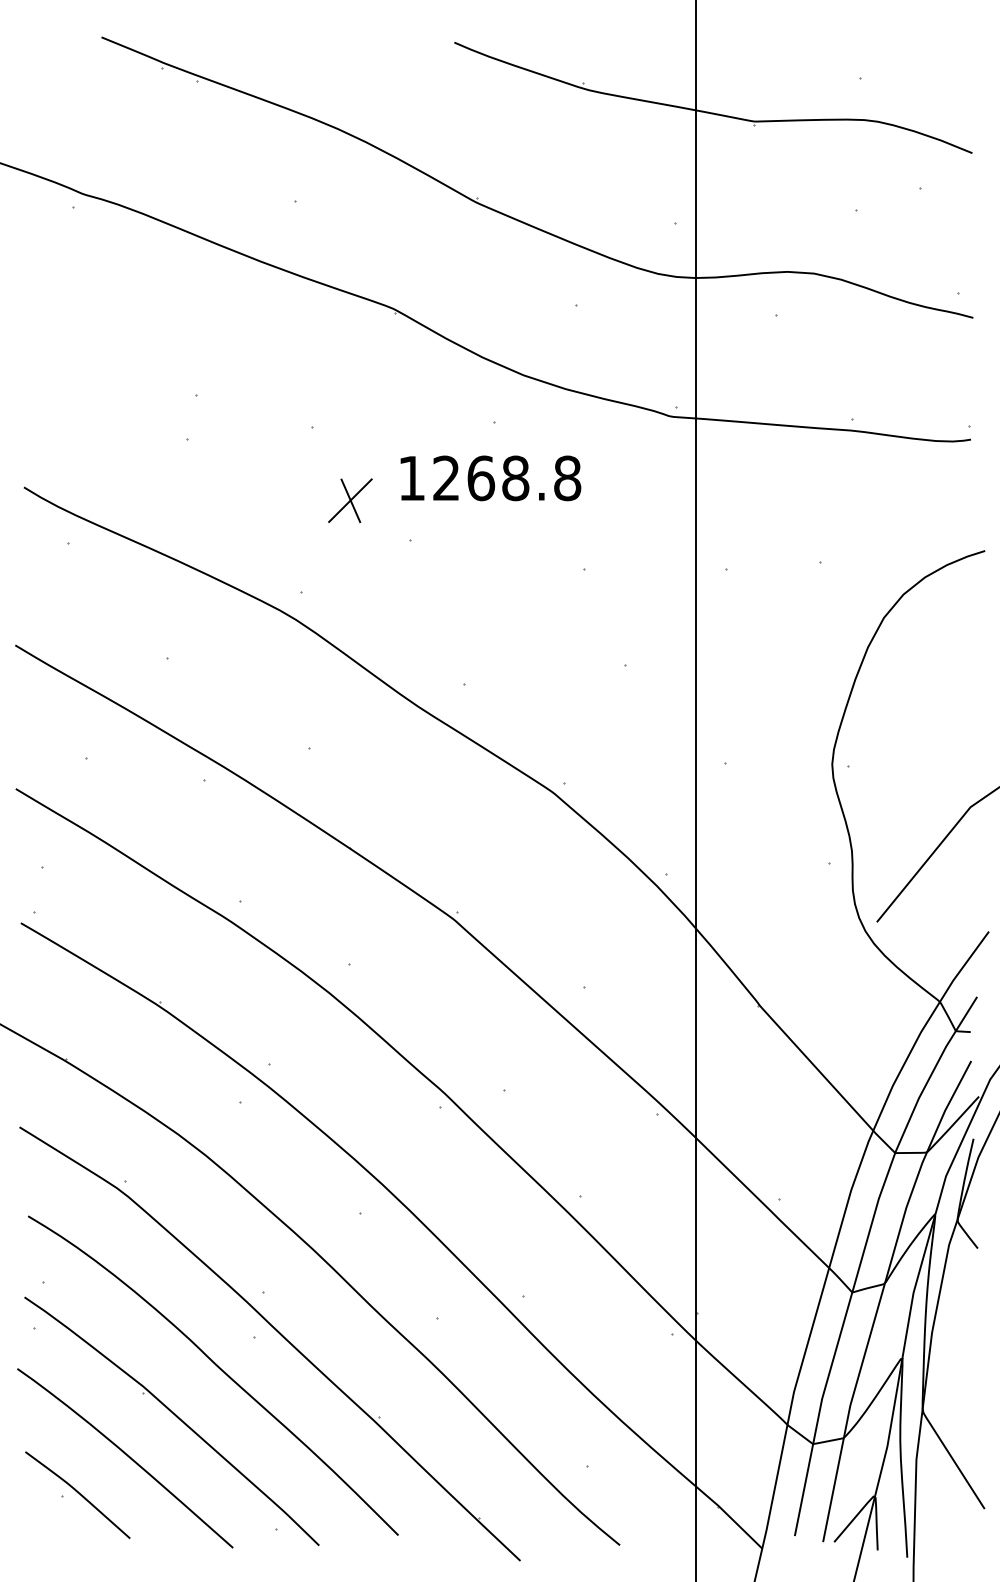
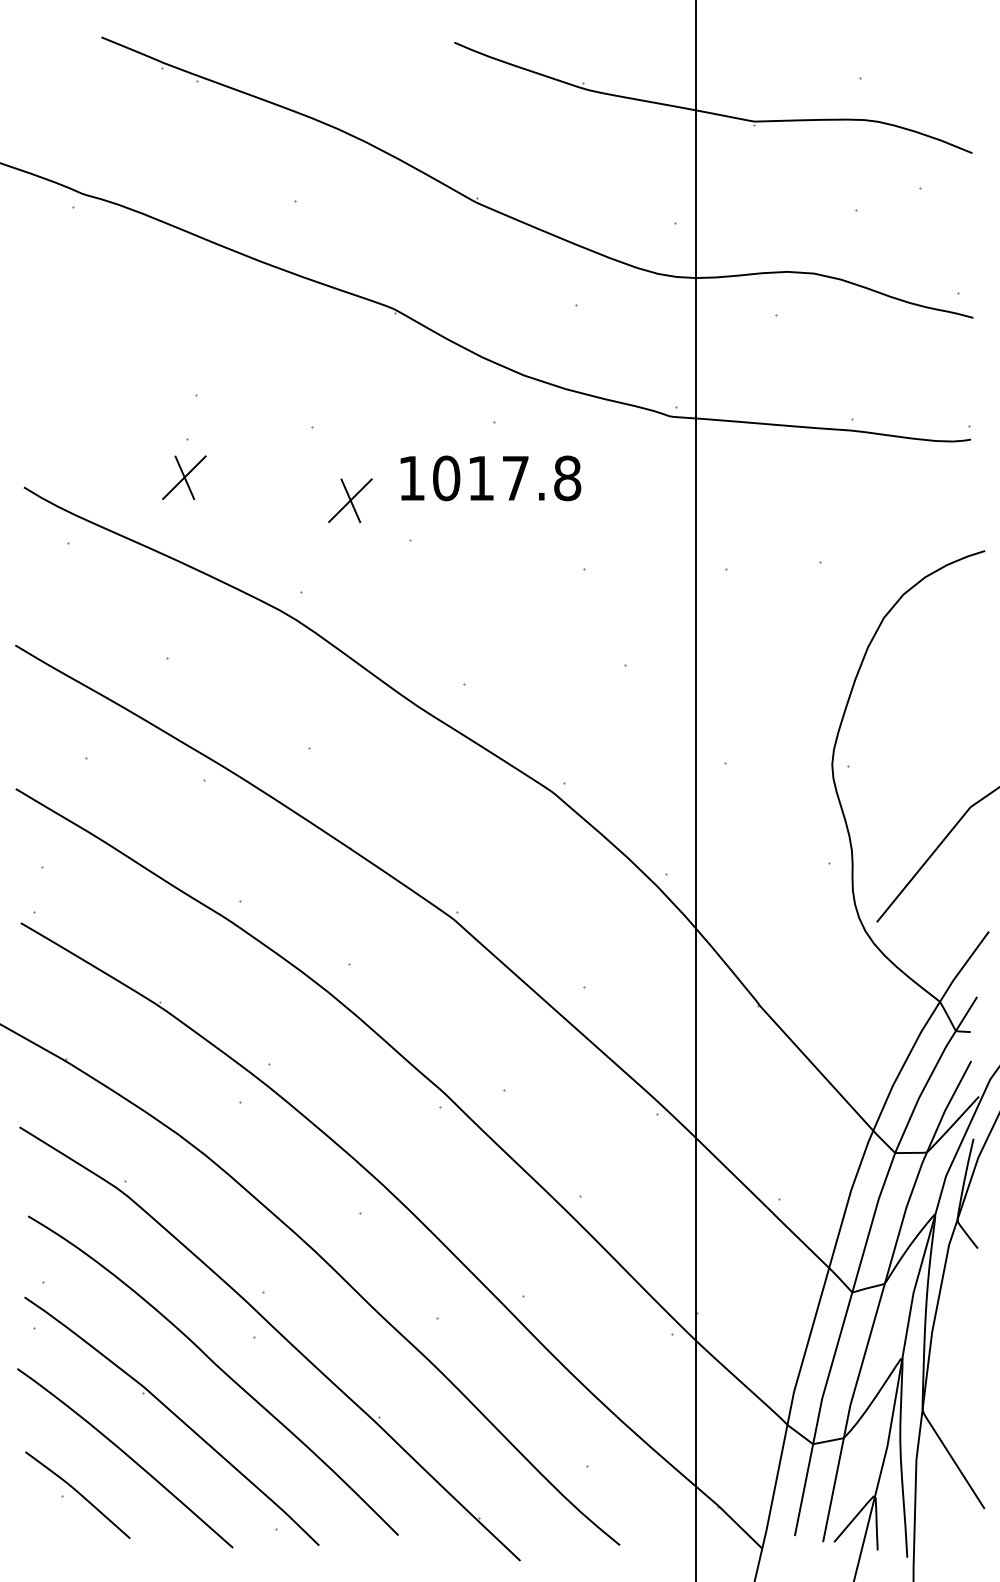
part at (184, 477): none -> present
text at (481, 478): 1268.8 -> 1017.8
